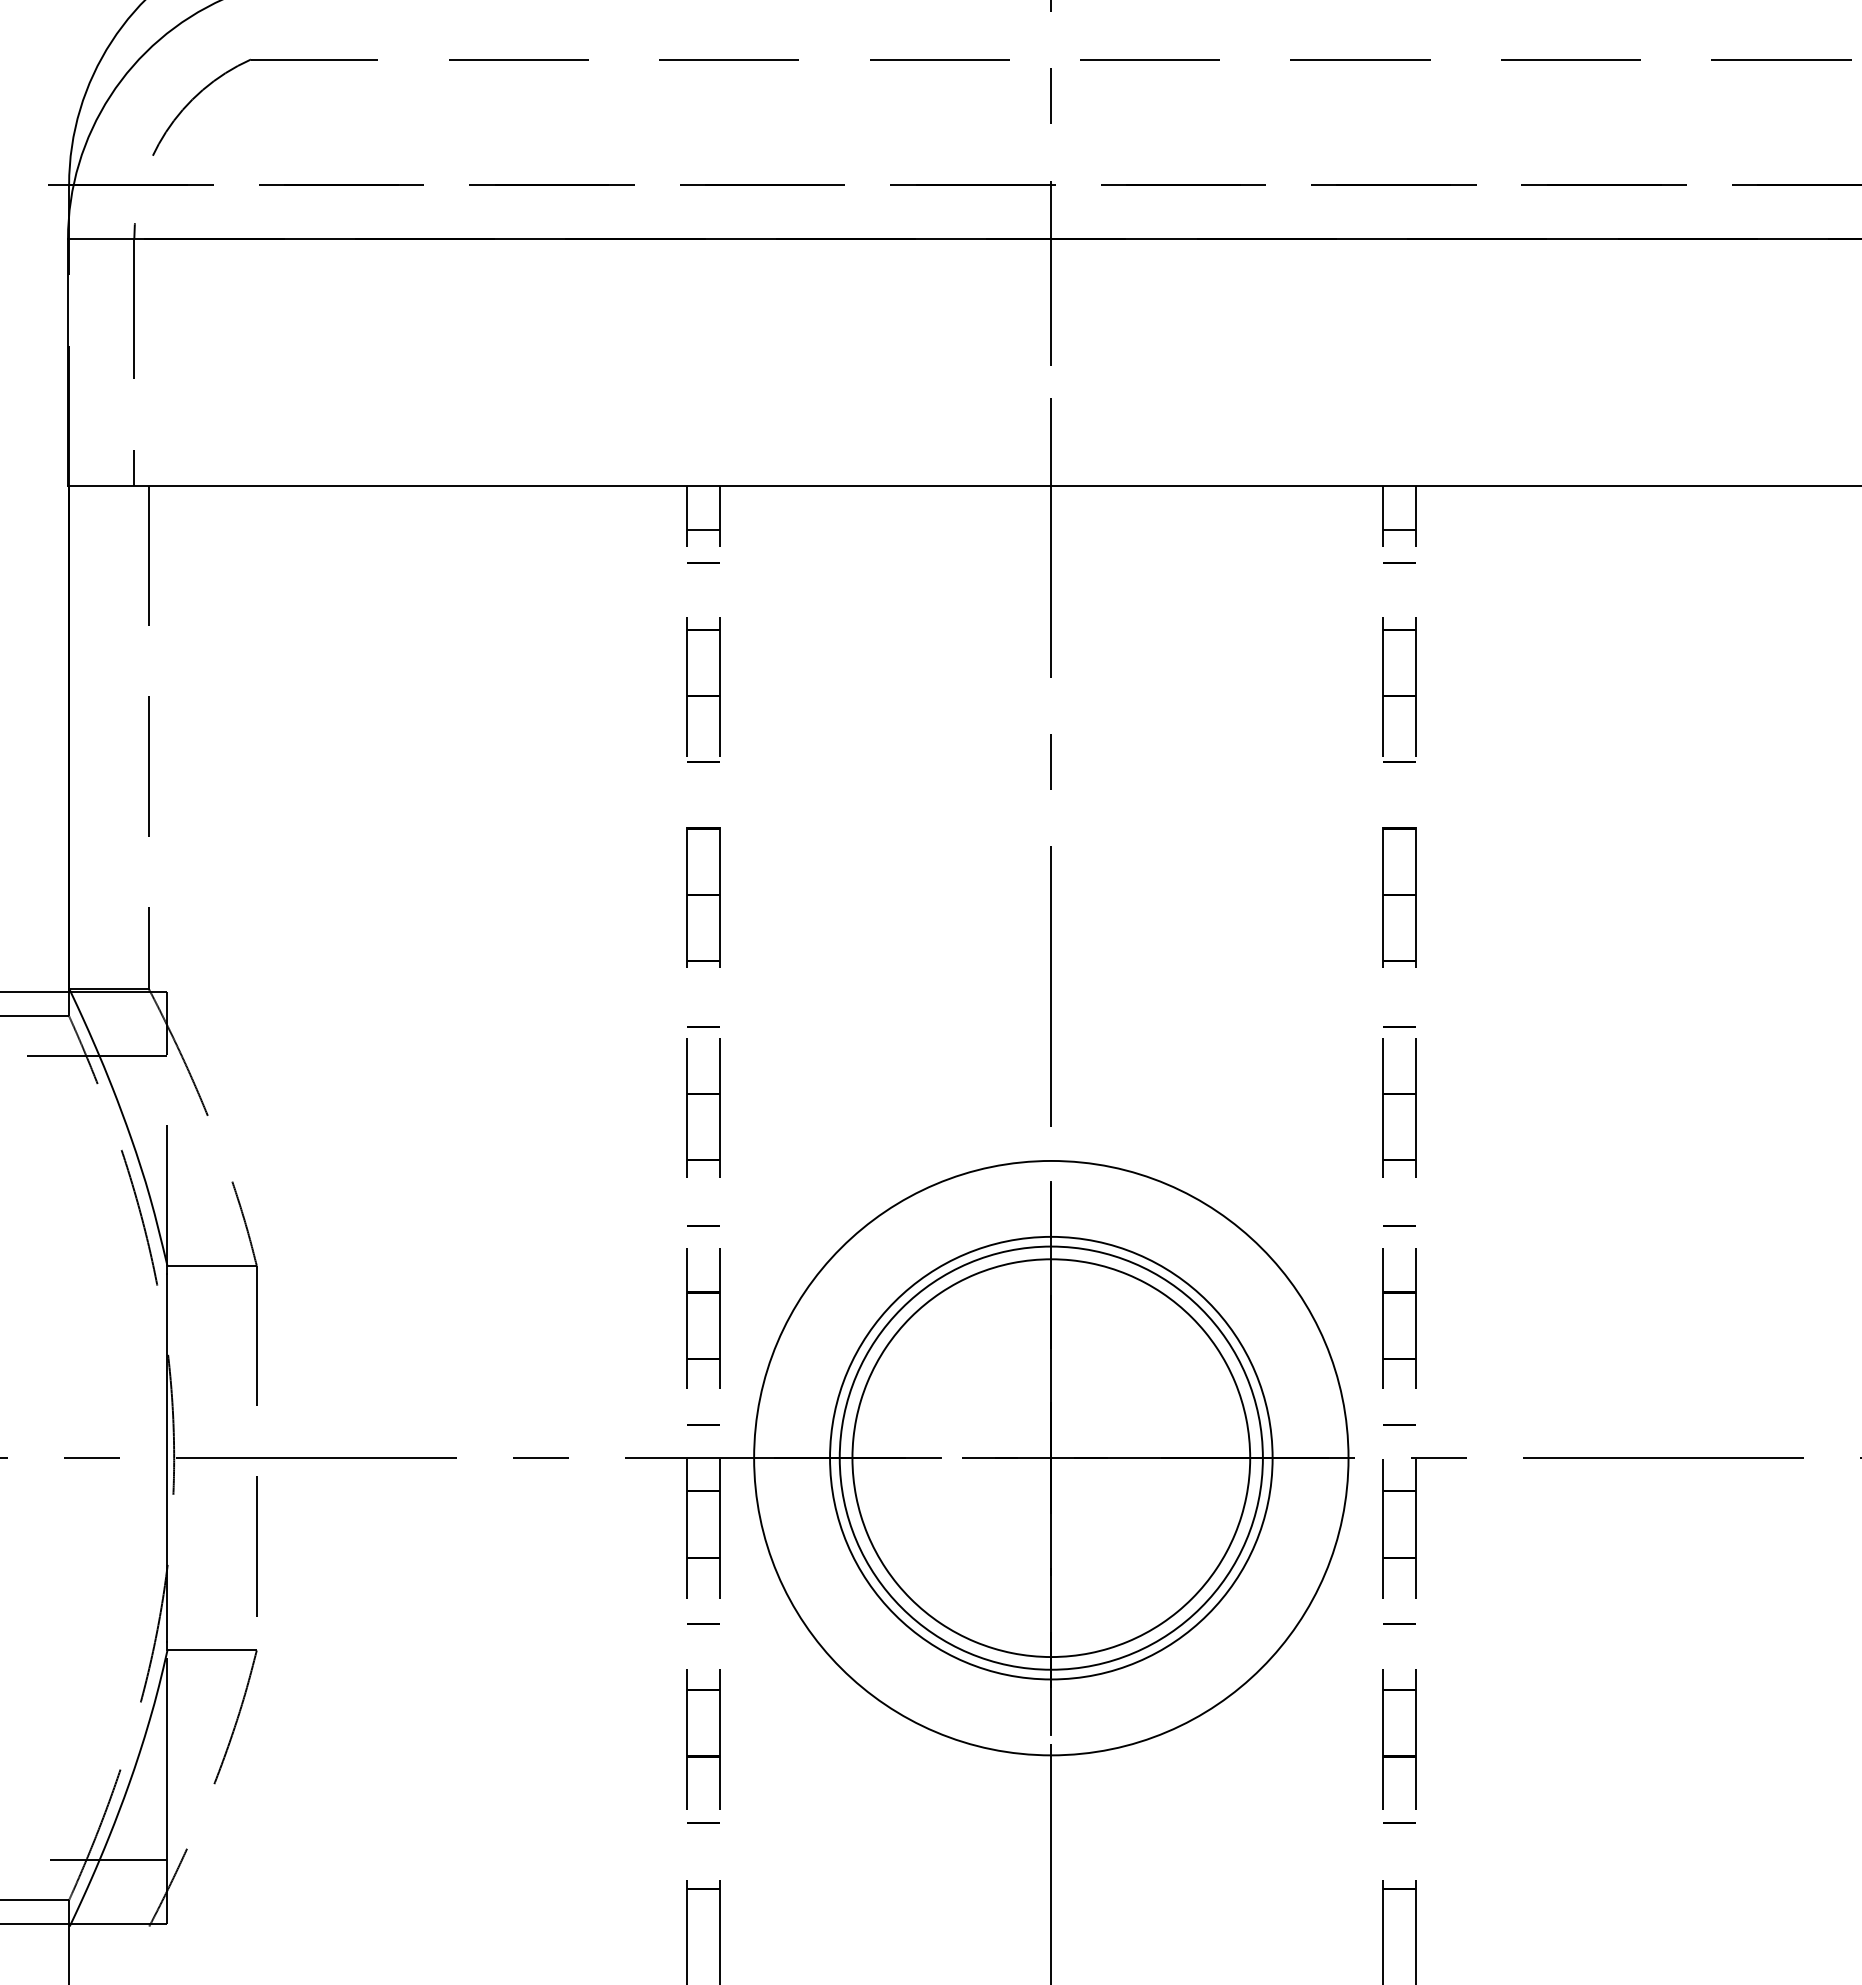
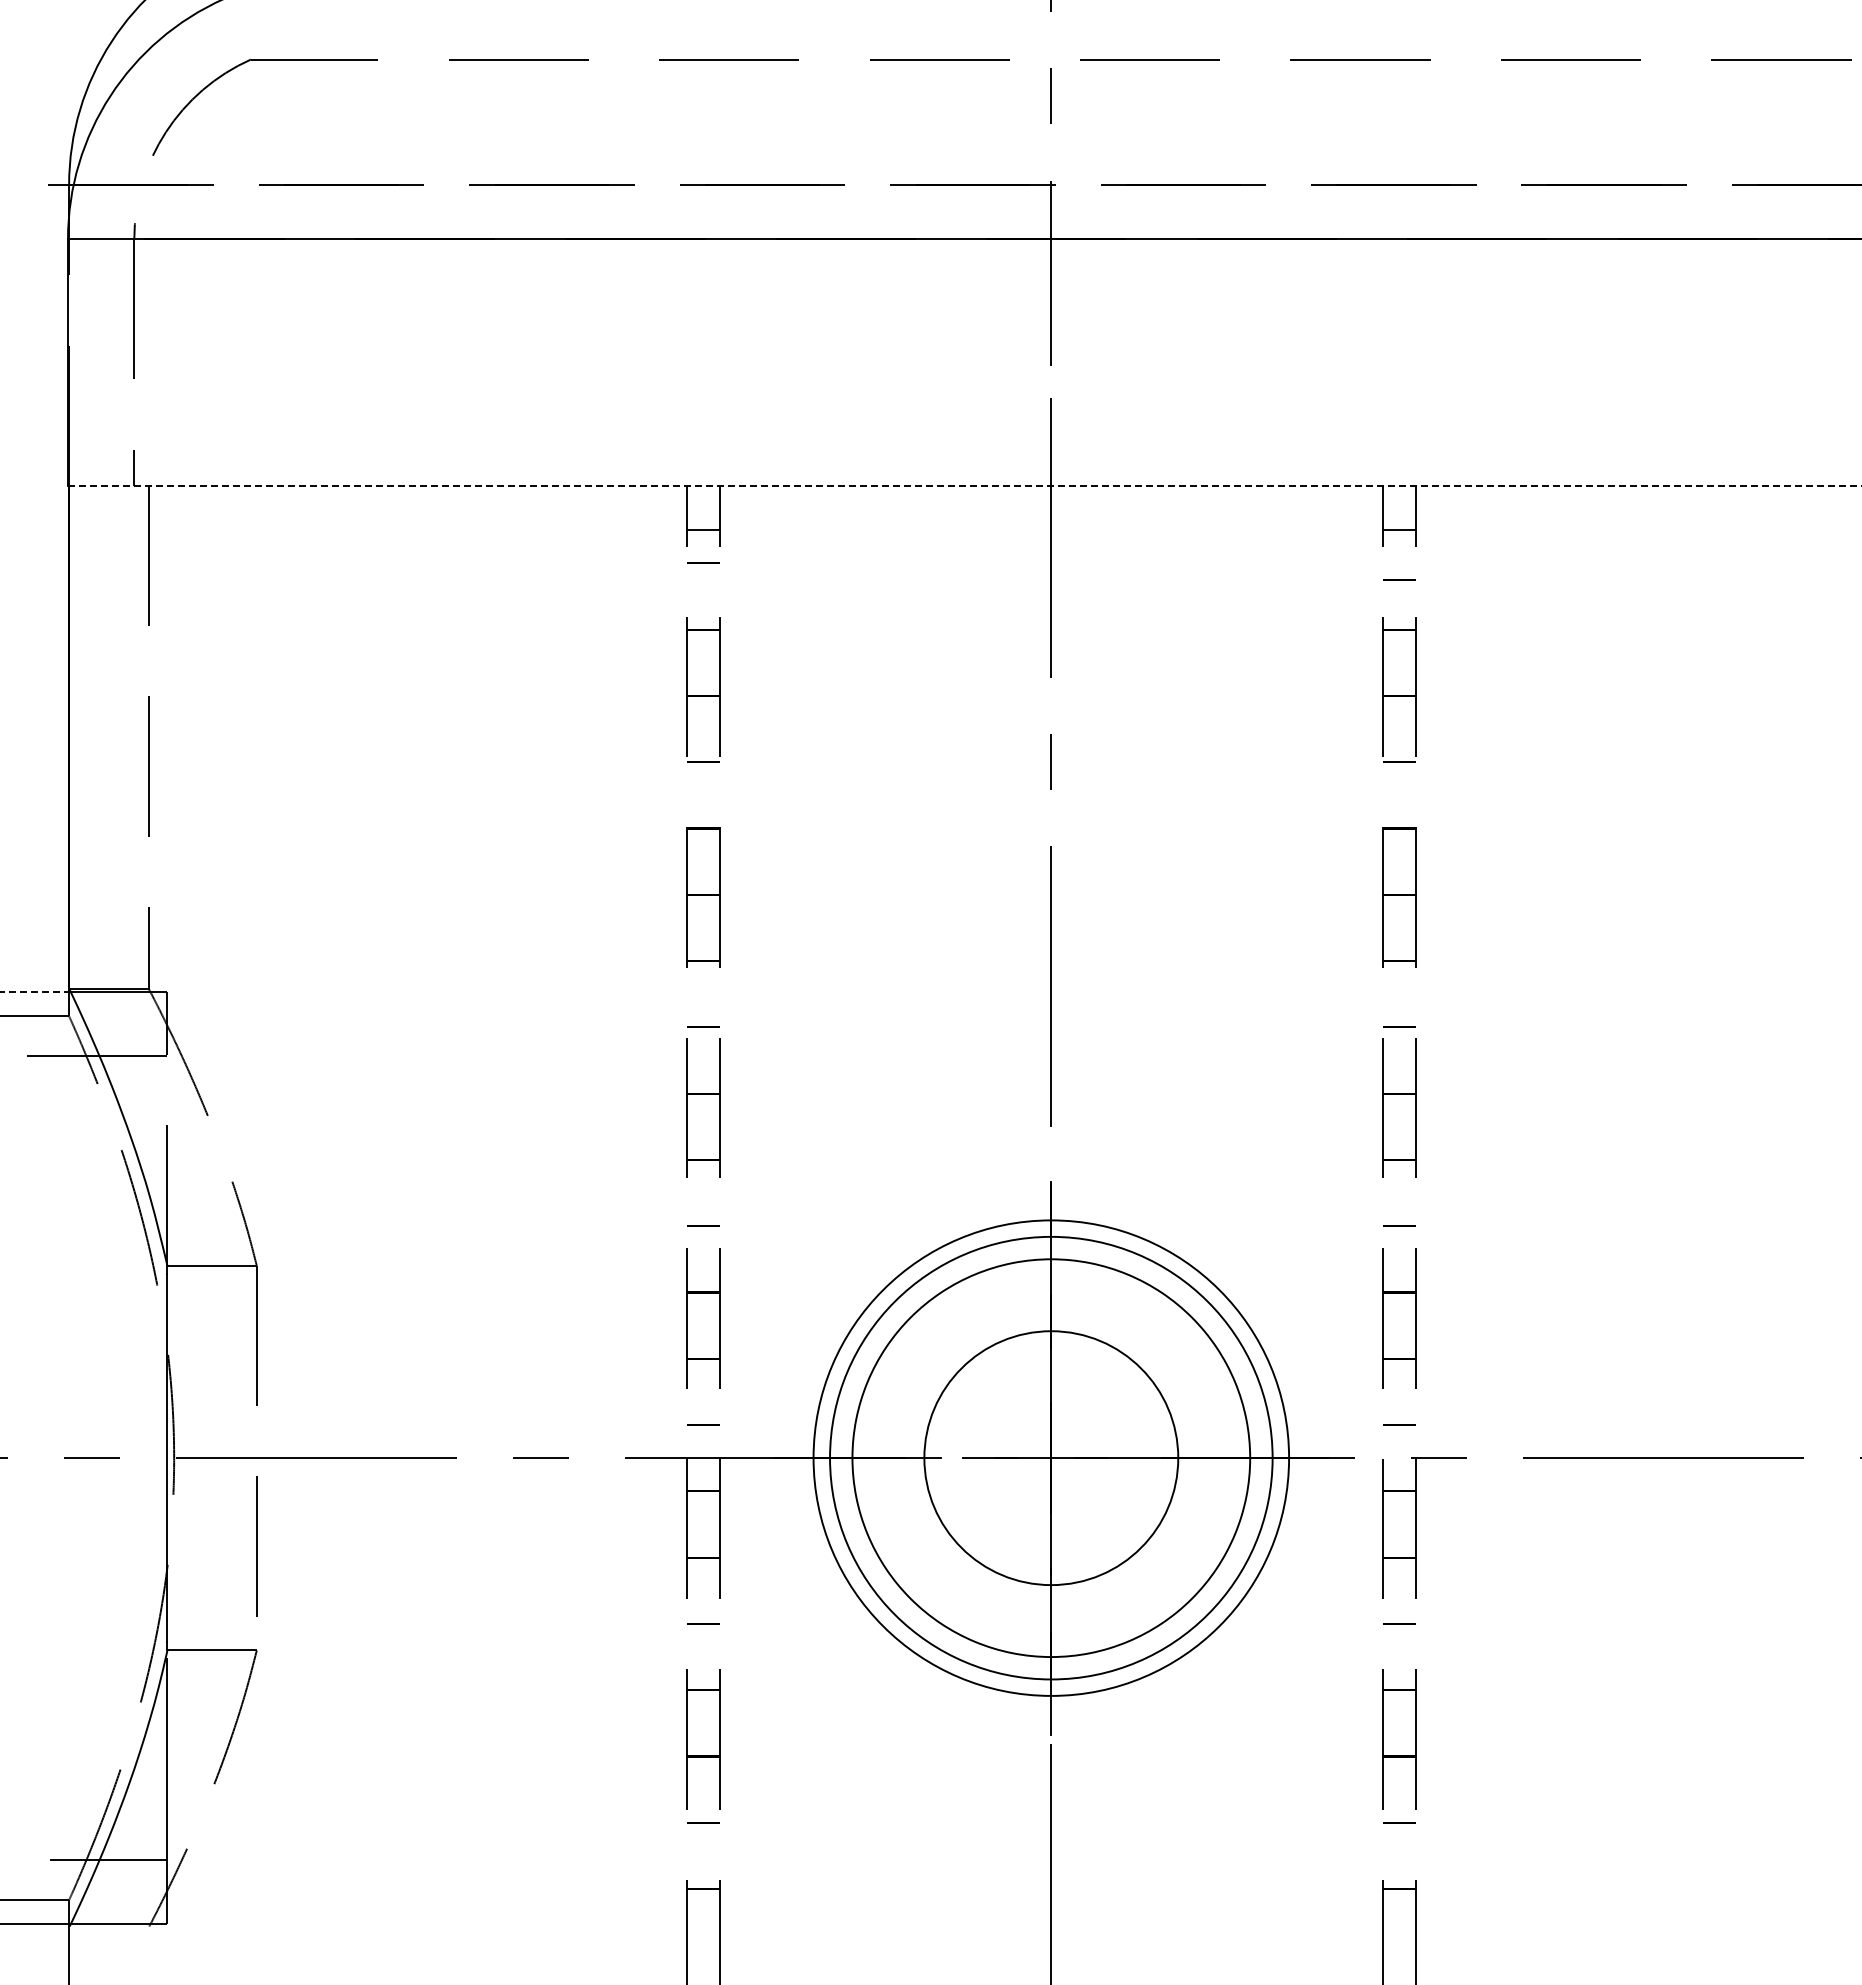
line at (964, 485): solid -> dashed
line at (1399, 562) position: (1399, 562) -> (1399, 579)
line at (35, 991): solid -> dashed
circle at (1050, 1457) diameter: 423 px -> 254 px
circle at (1051, 1457) diameter: 594 px -> 476 px
